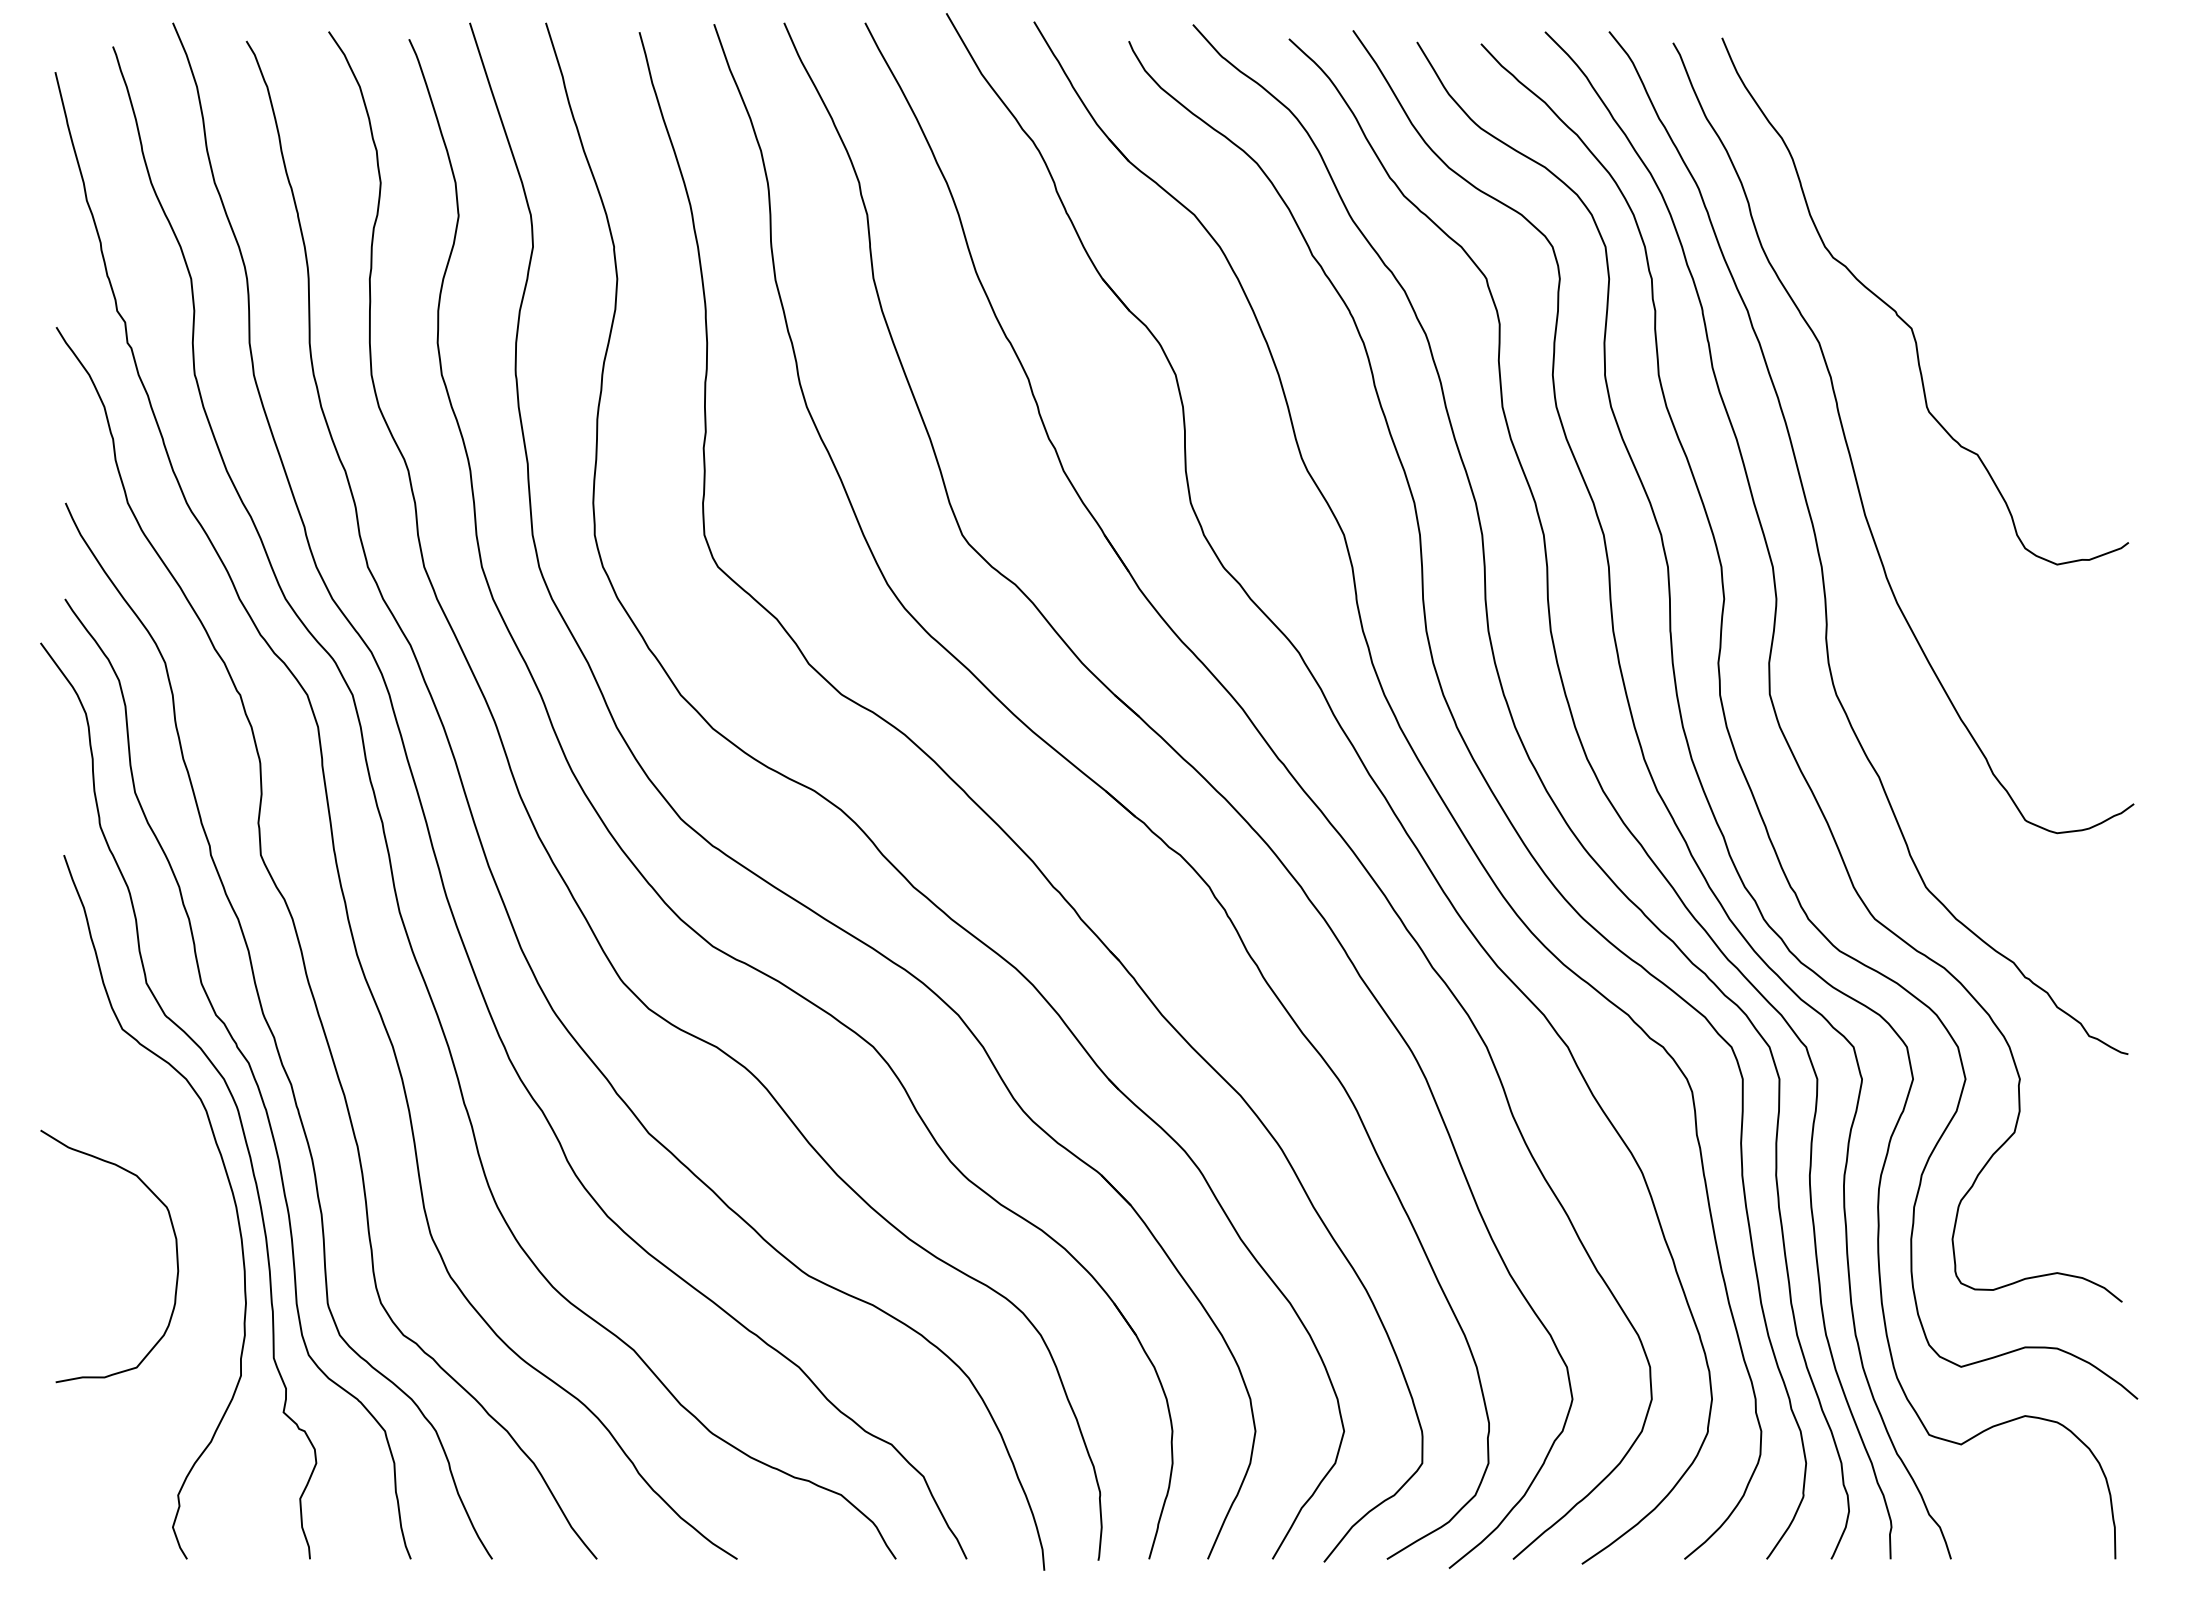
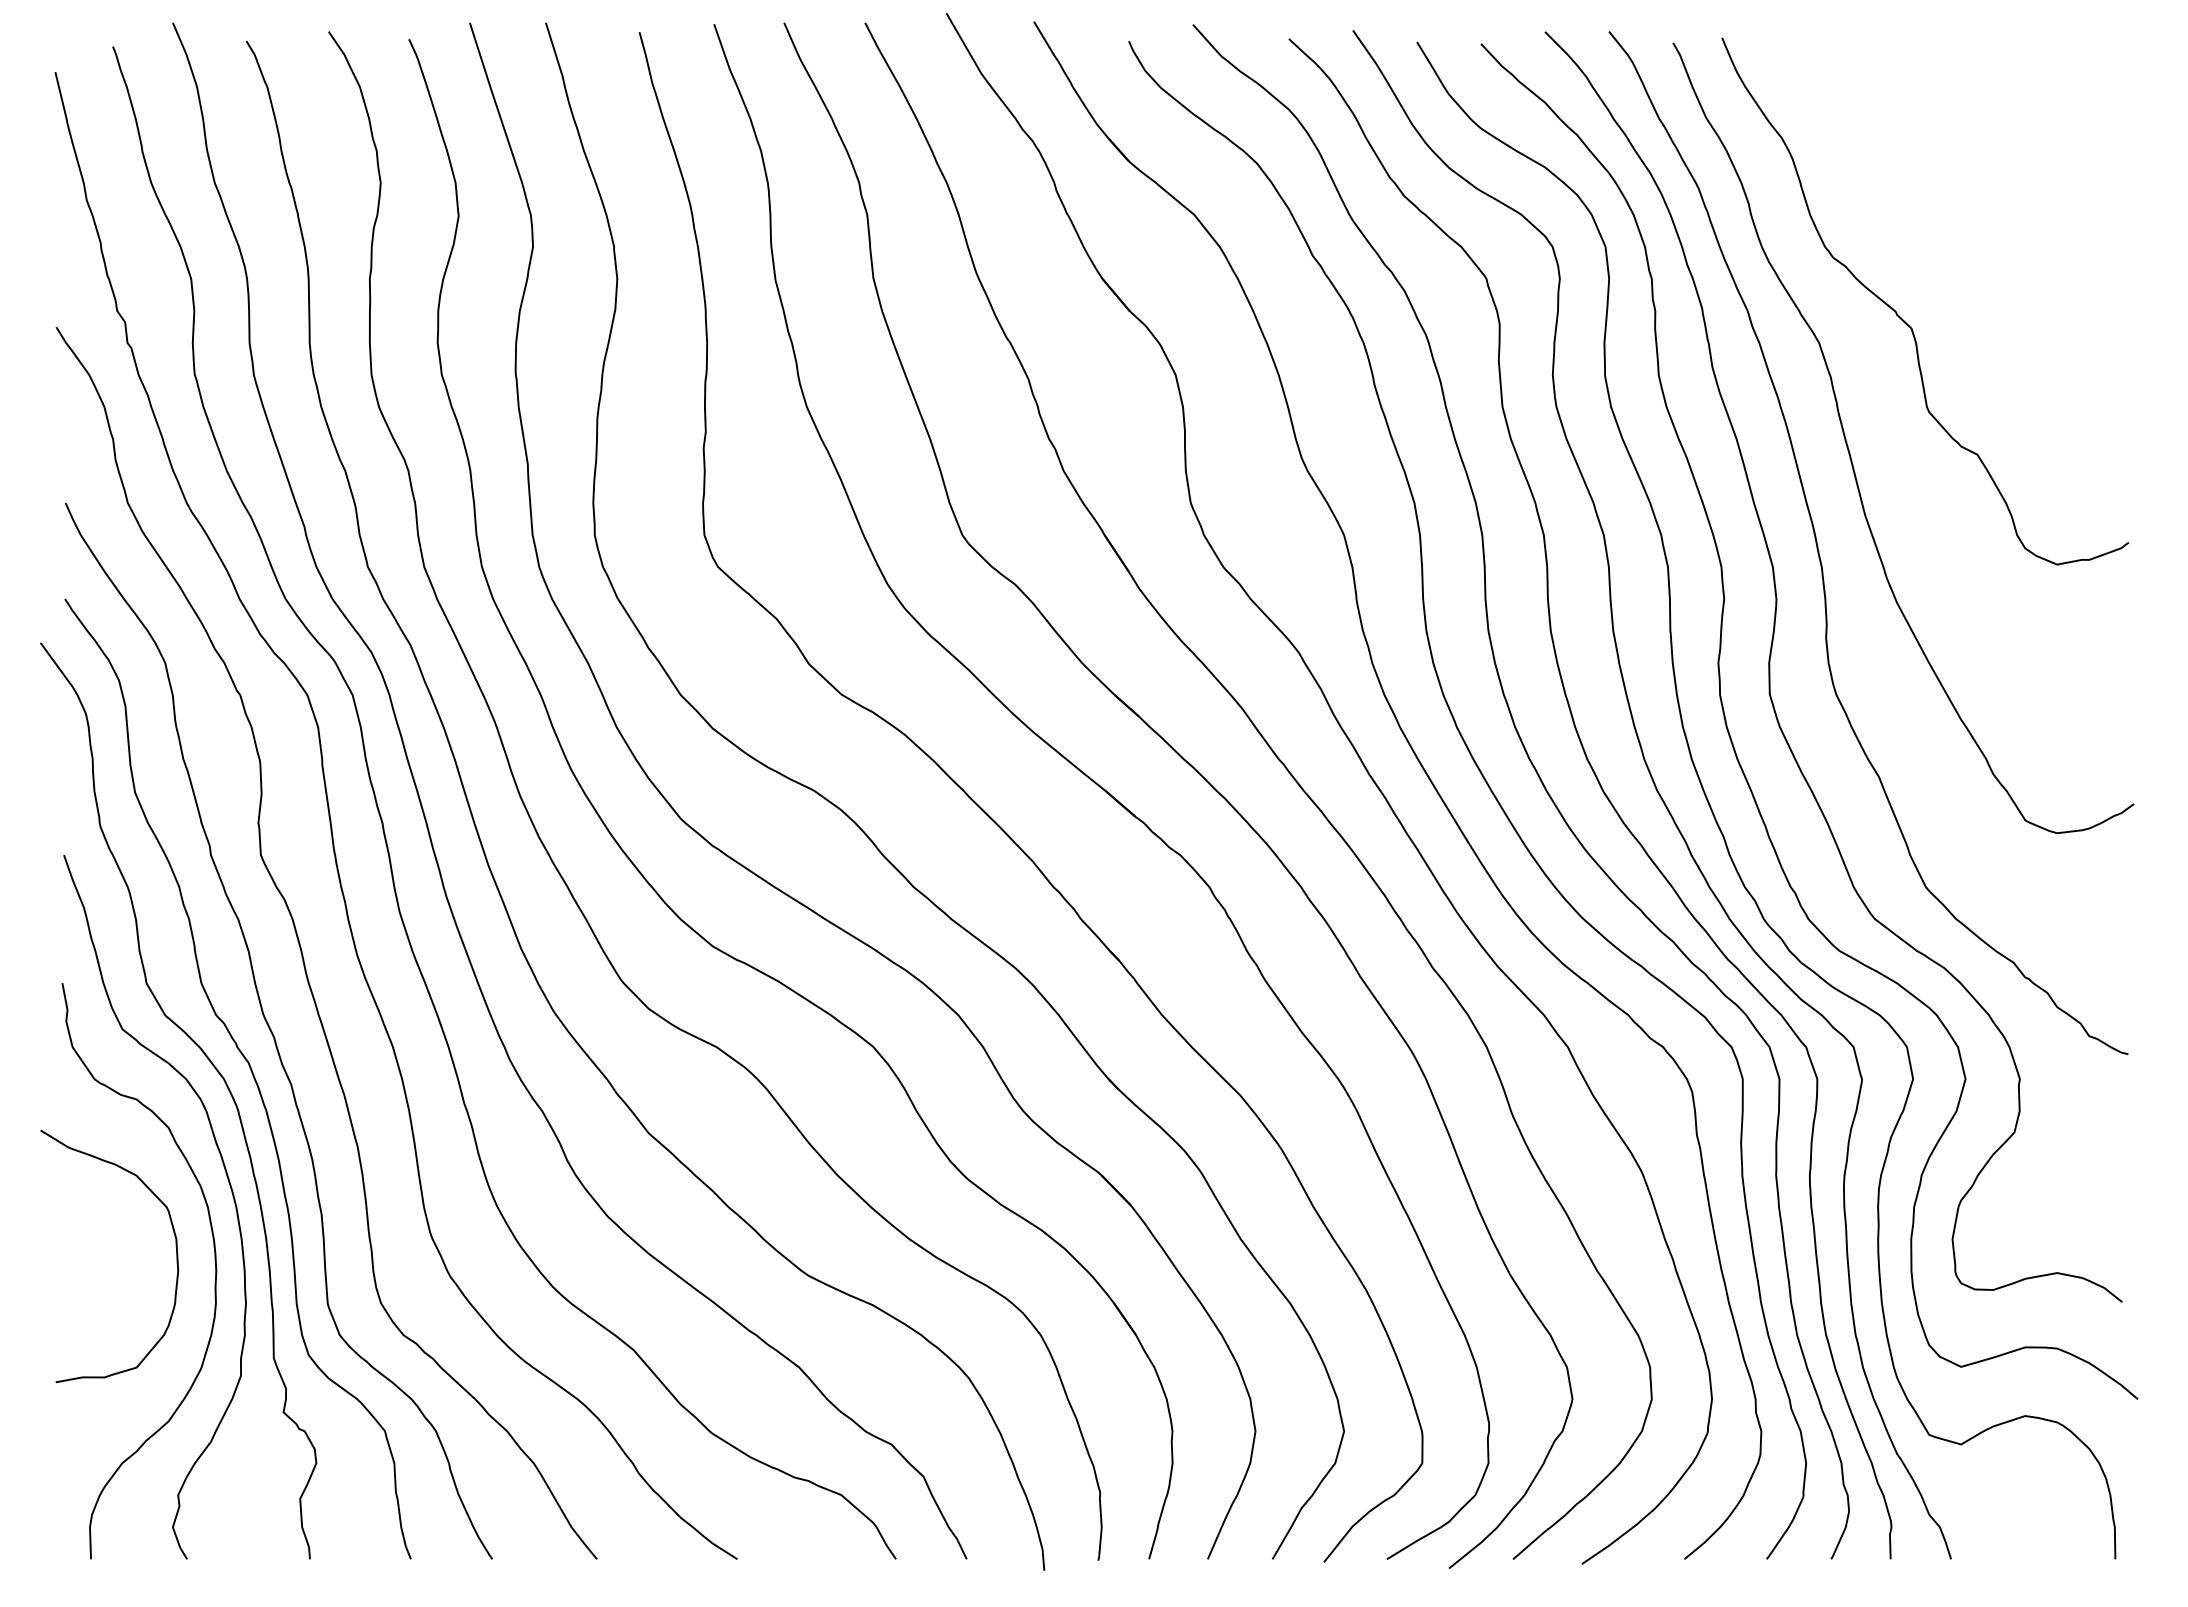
curve at (214, 1261): none -> present
